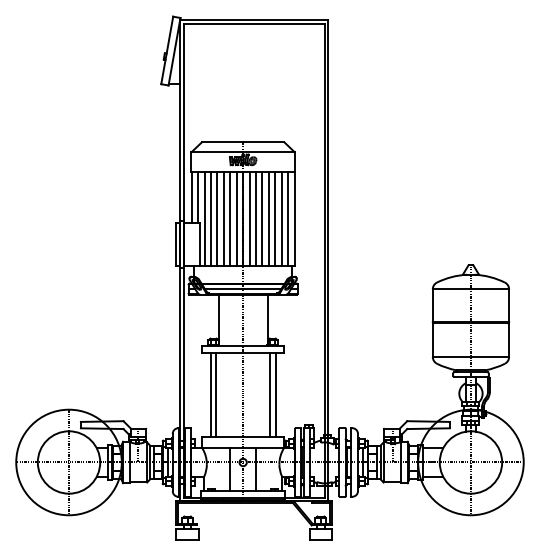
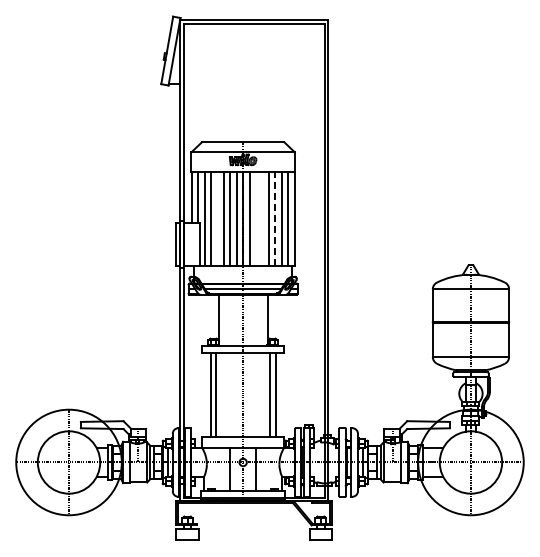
line at (217, 218): present -> none
line at (256, 218): present -> none
line at (262, 218): present -> none
line at (275, 218): solid -> dashed
